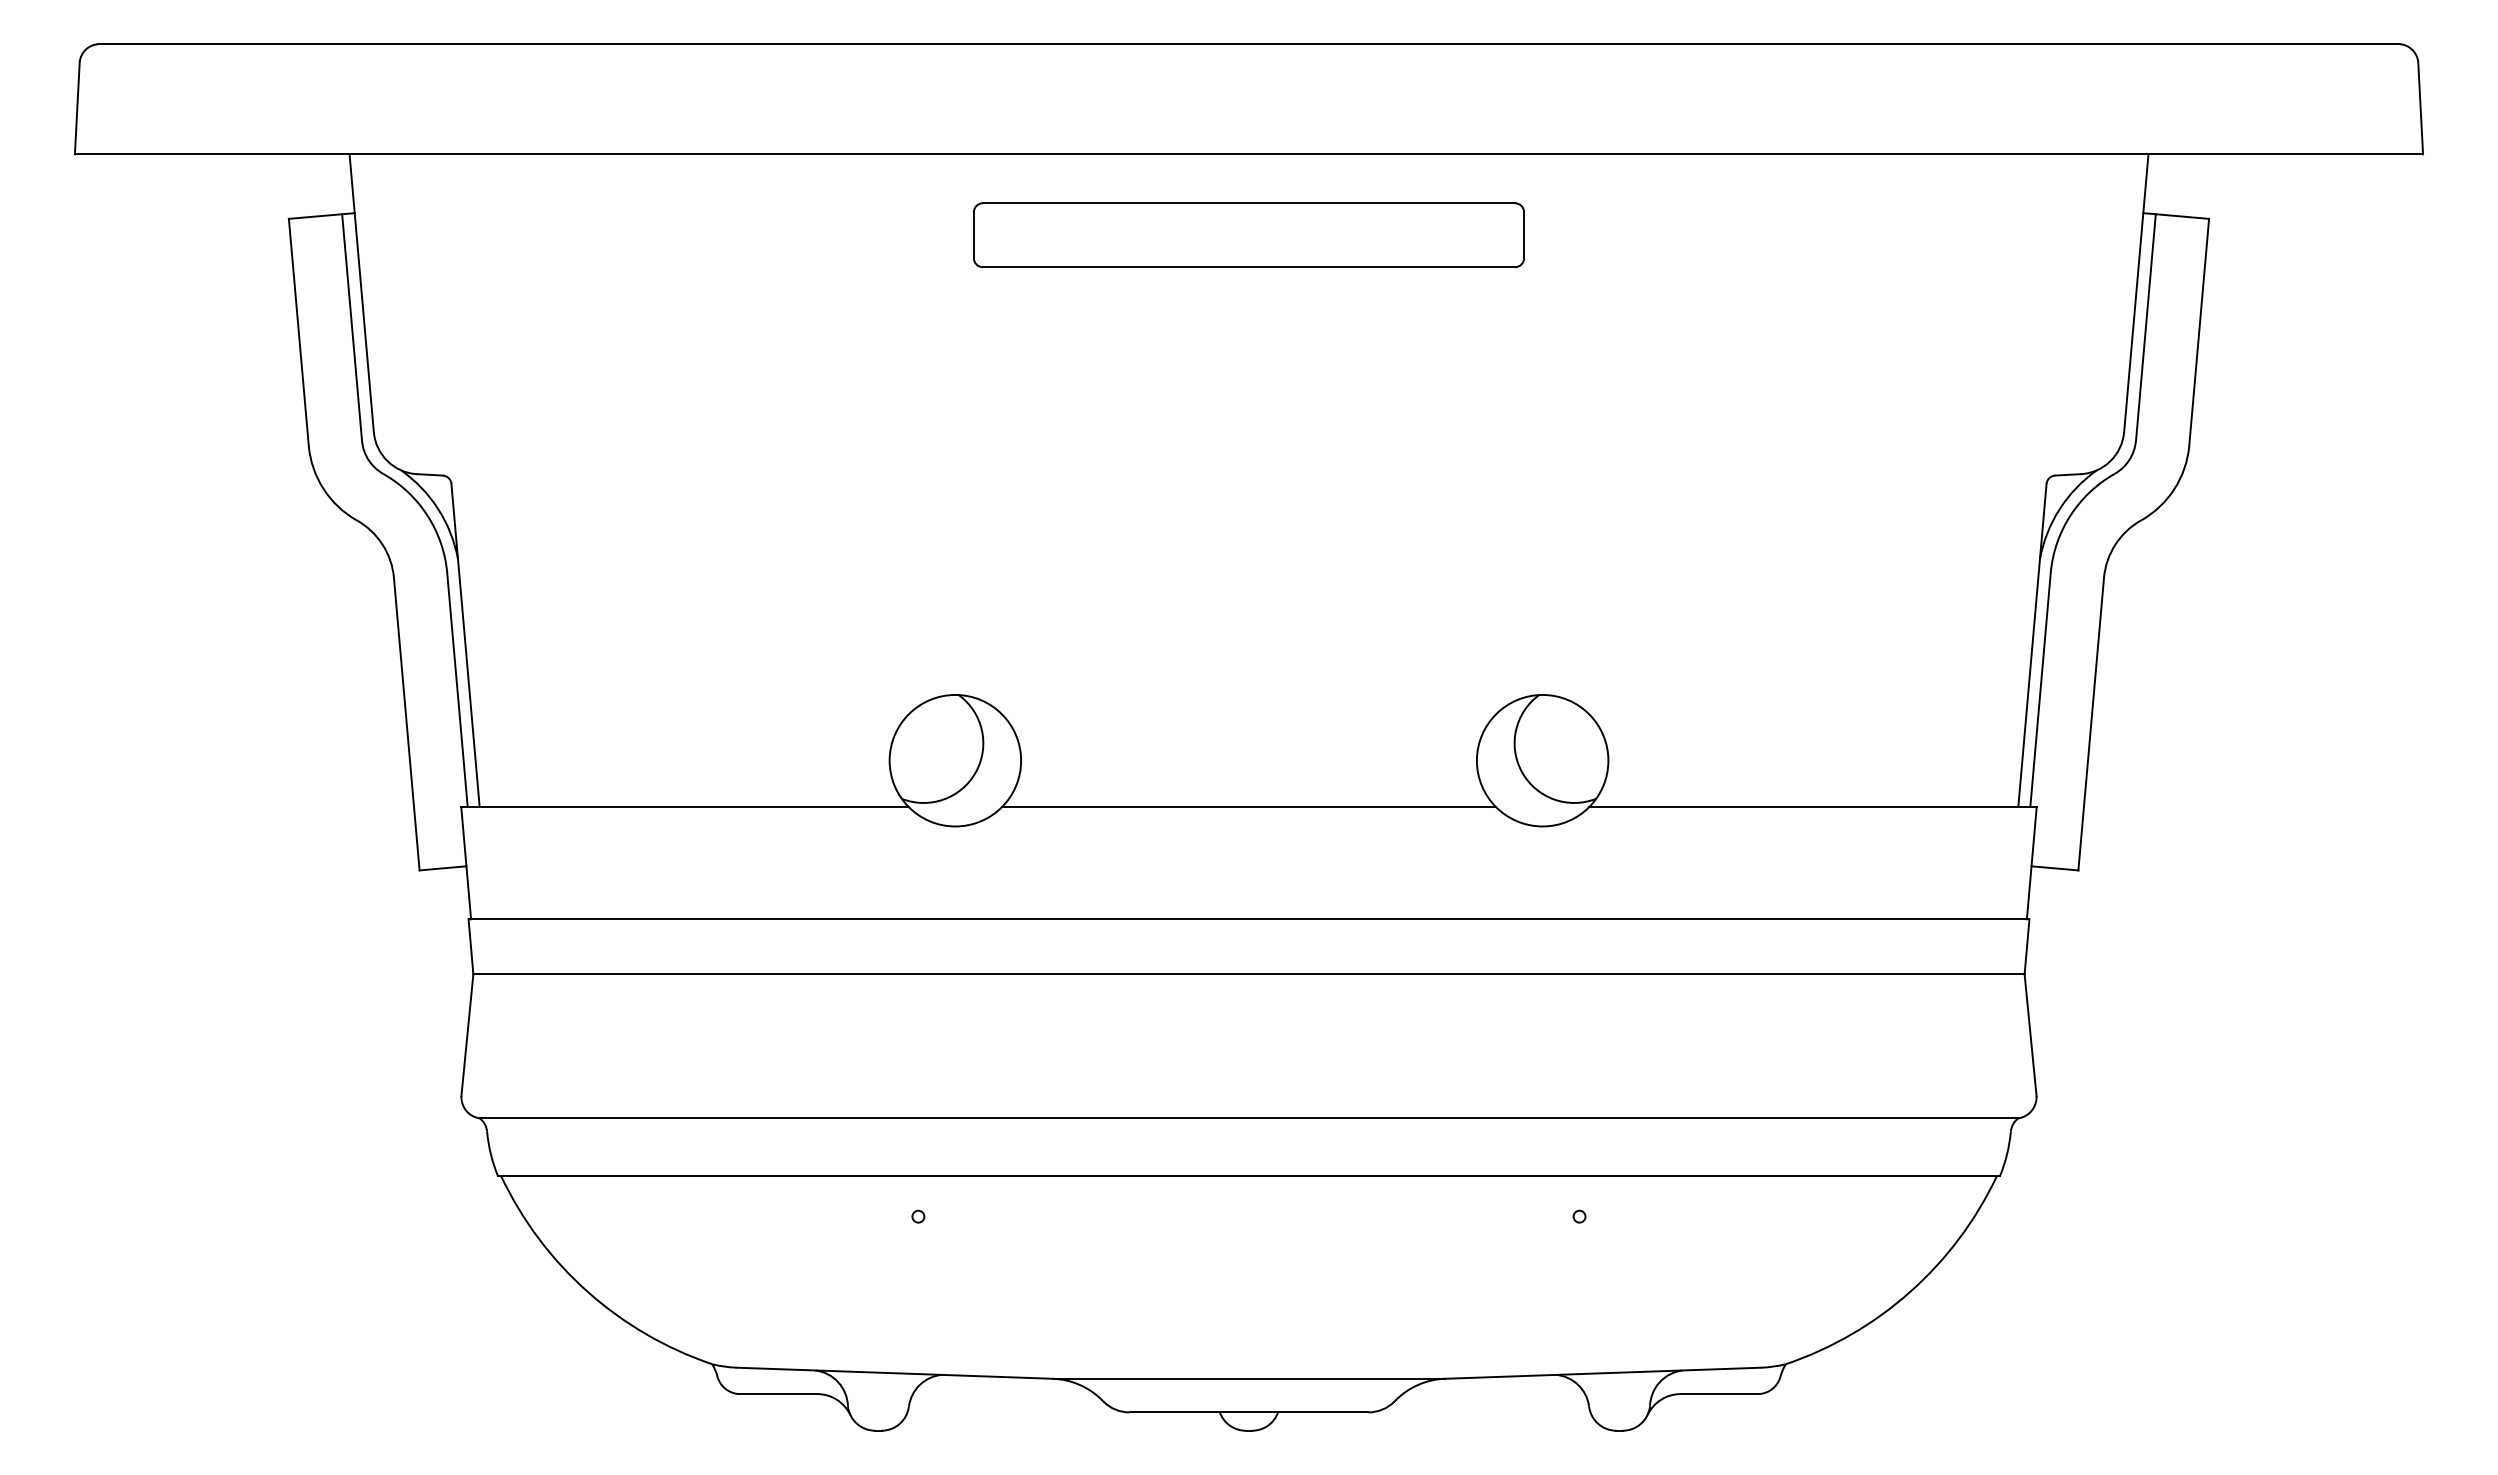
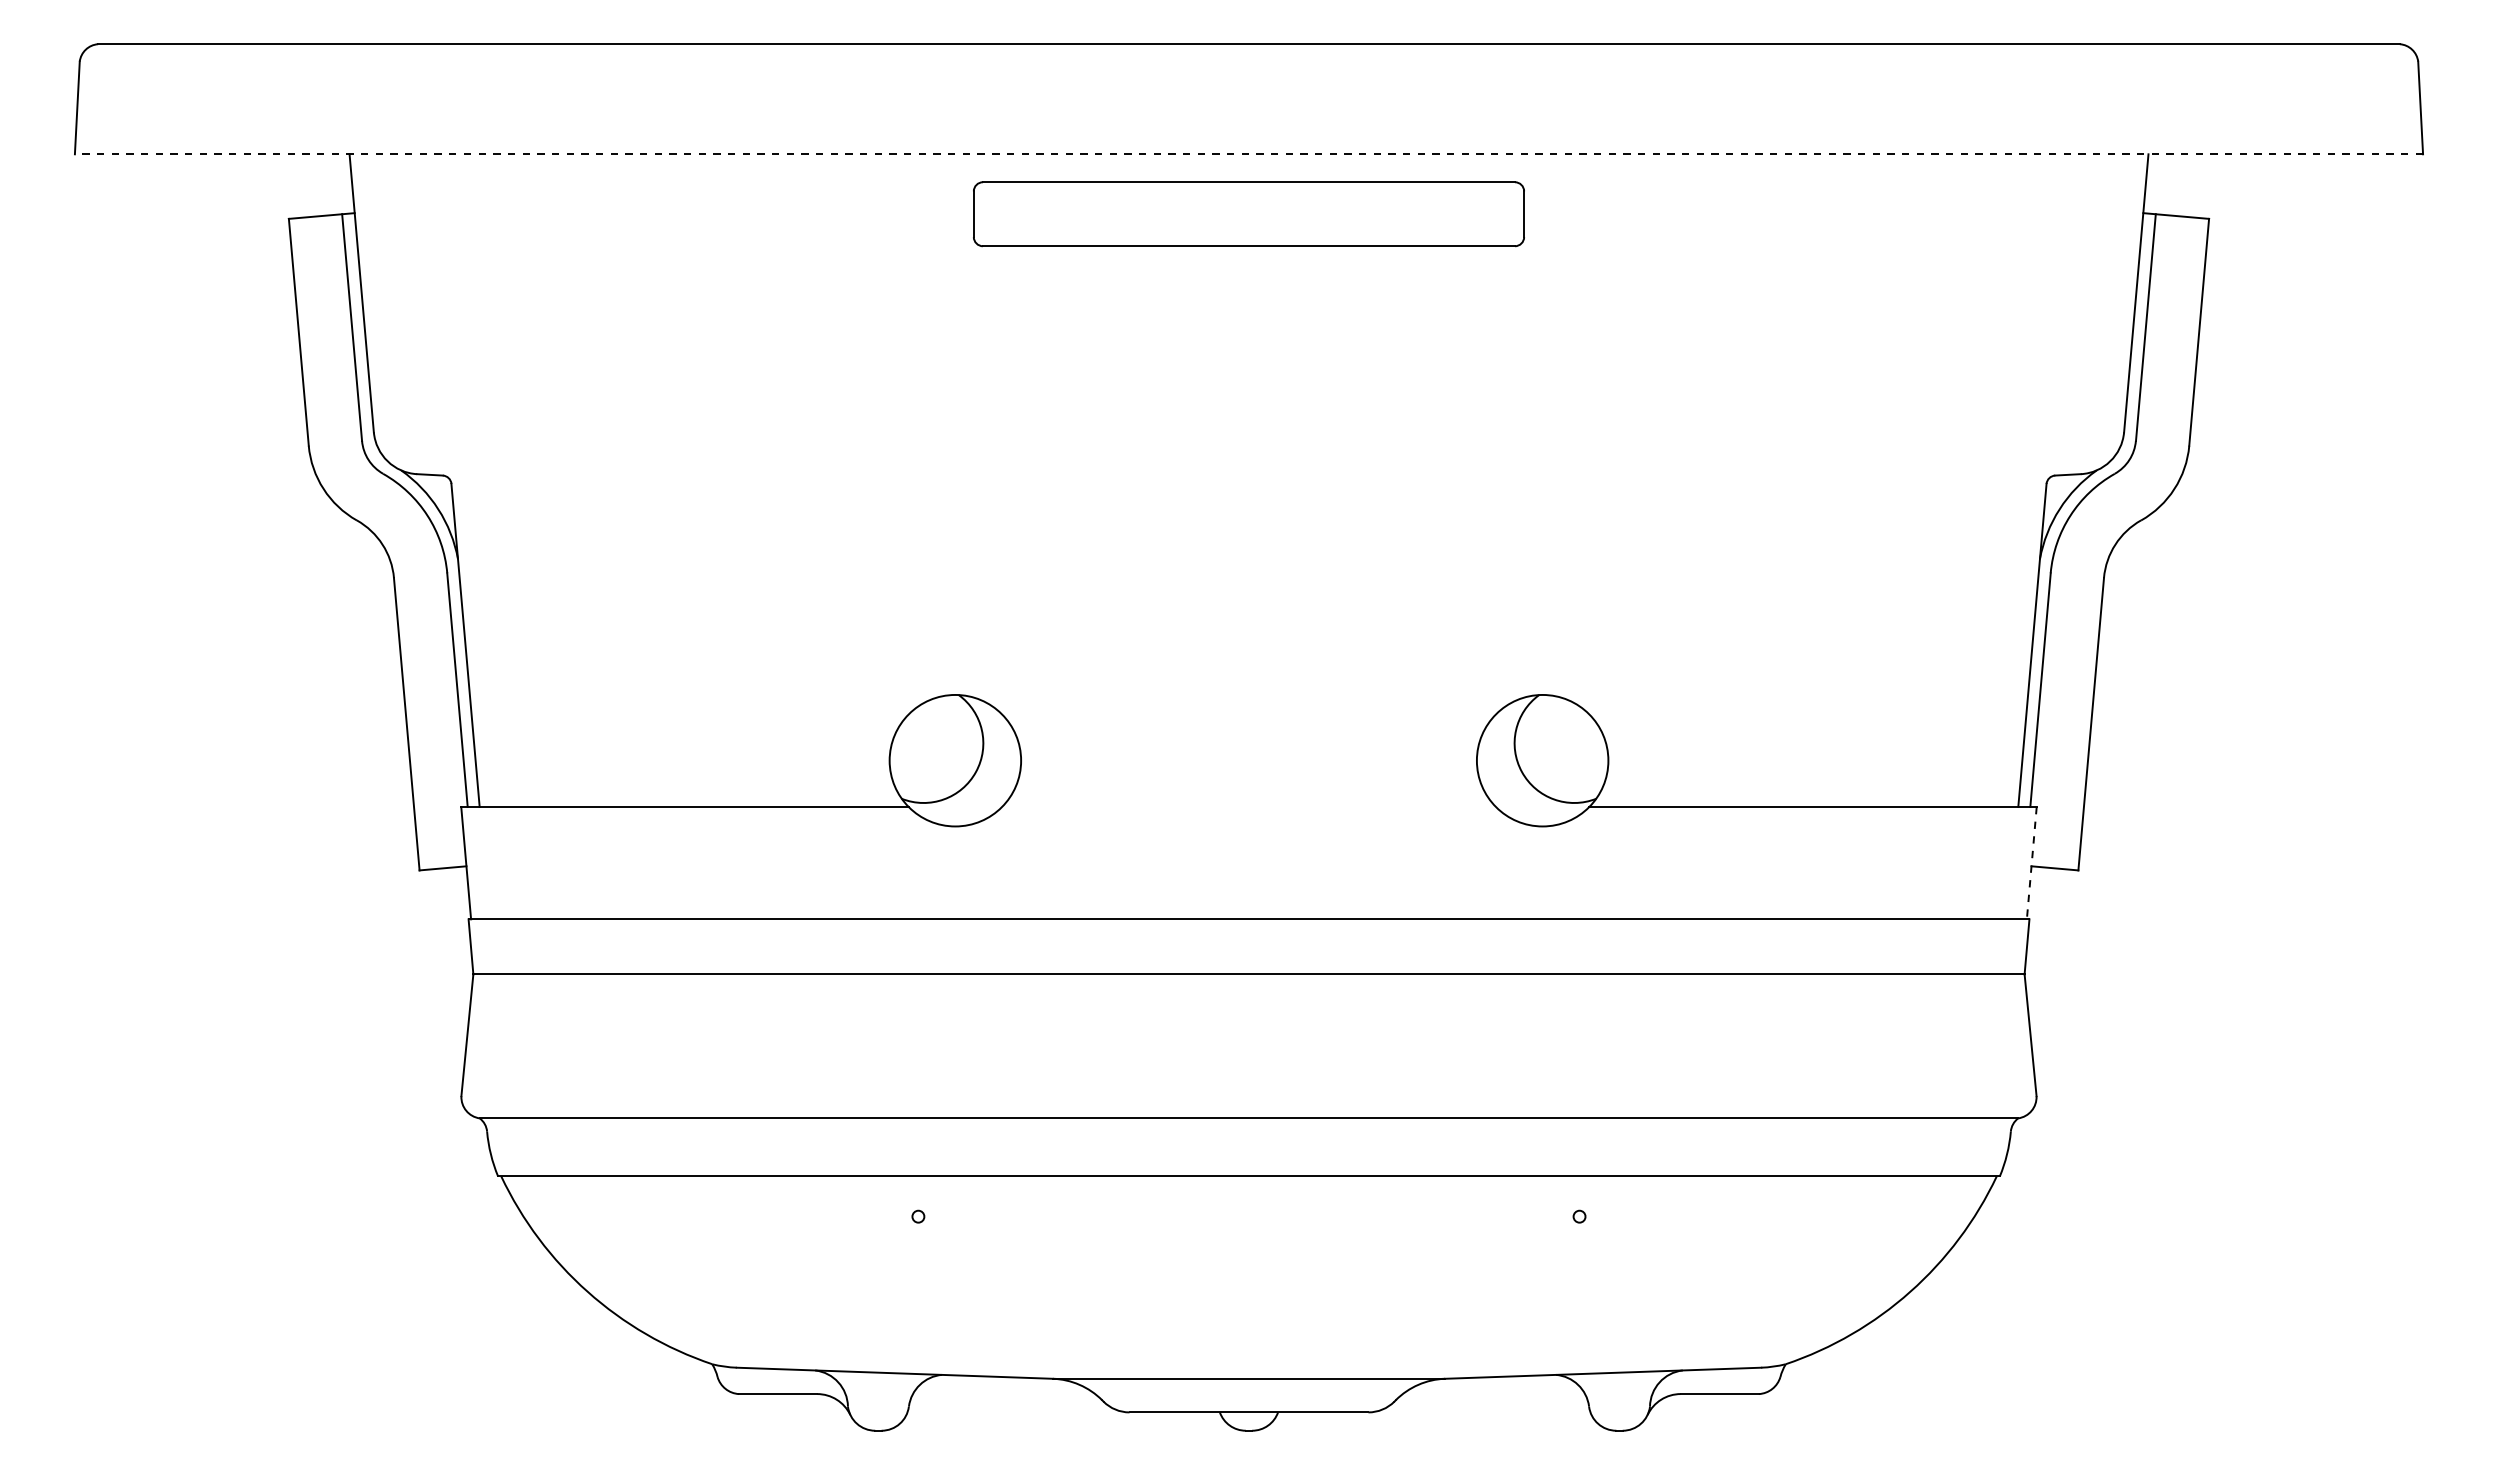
line at (1248, 154): solid -> dashed
part at (1248, 235) position: (1248, 235) -> (1248, 214)
line at (1248, 807): present -> none
line at (2031, 863): solid -> dashed
